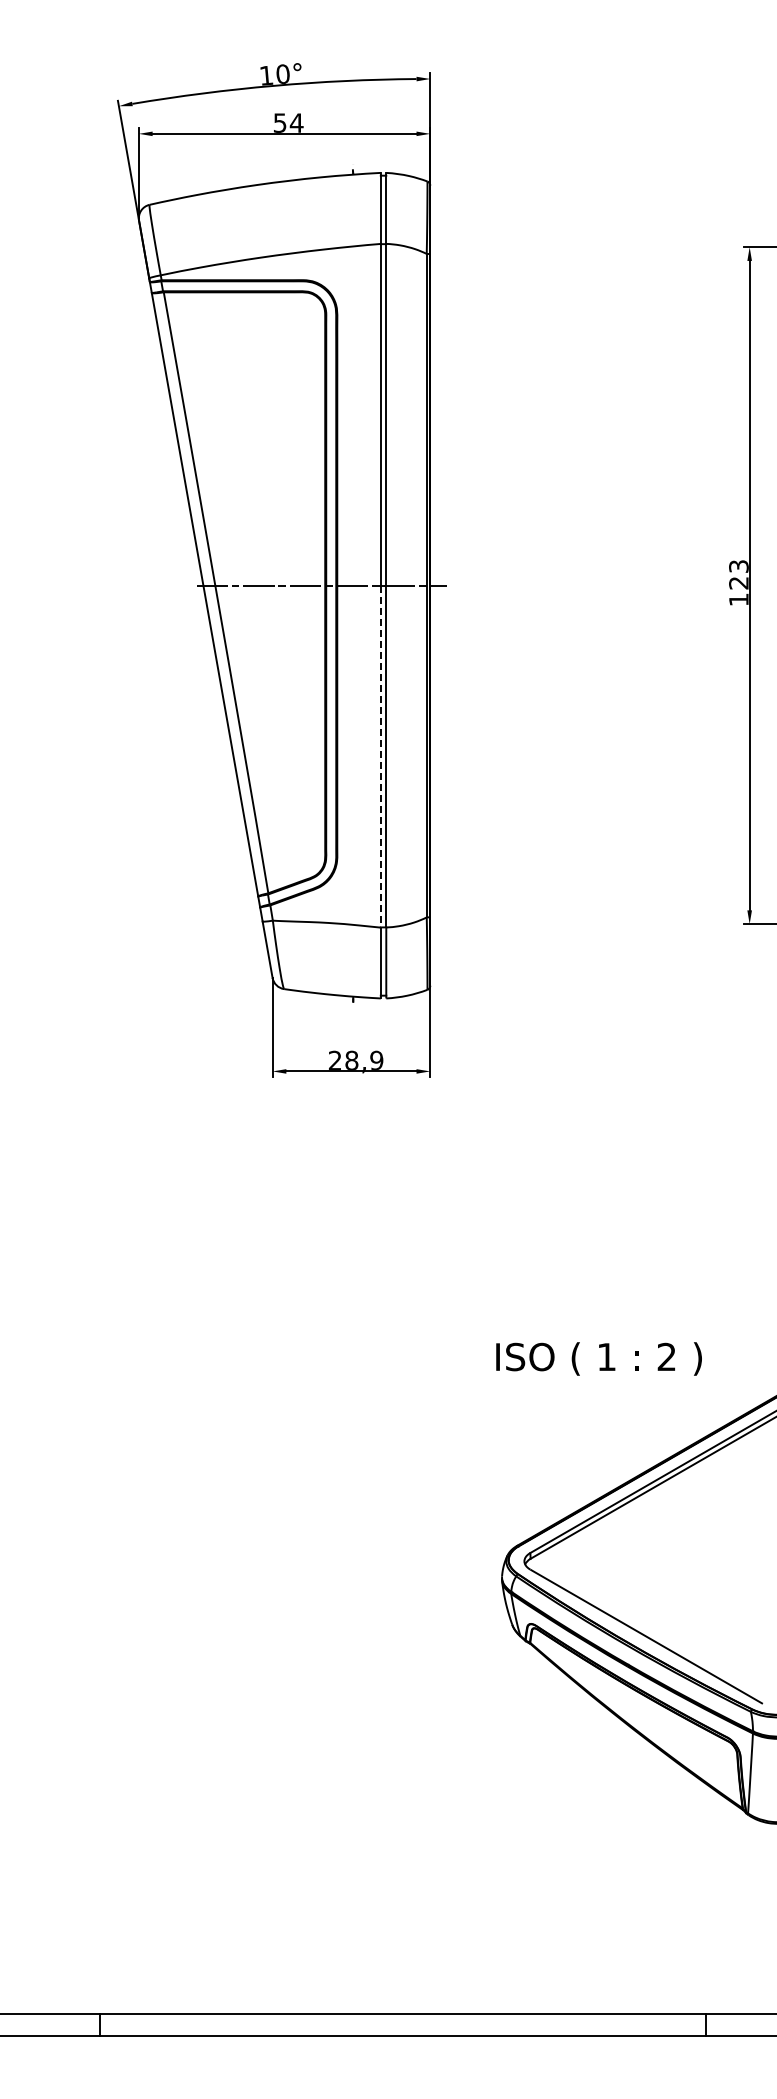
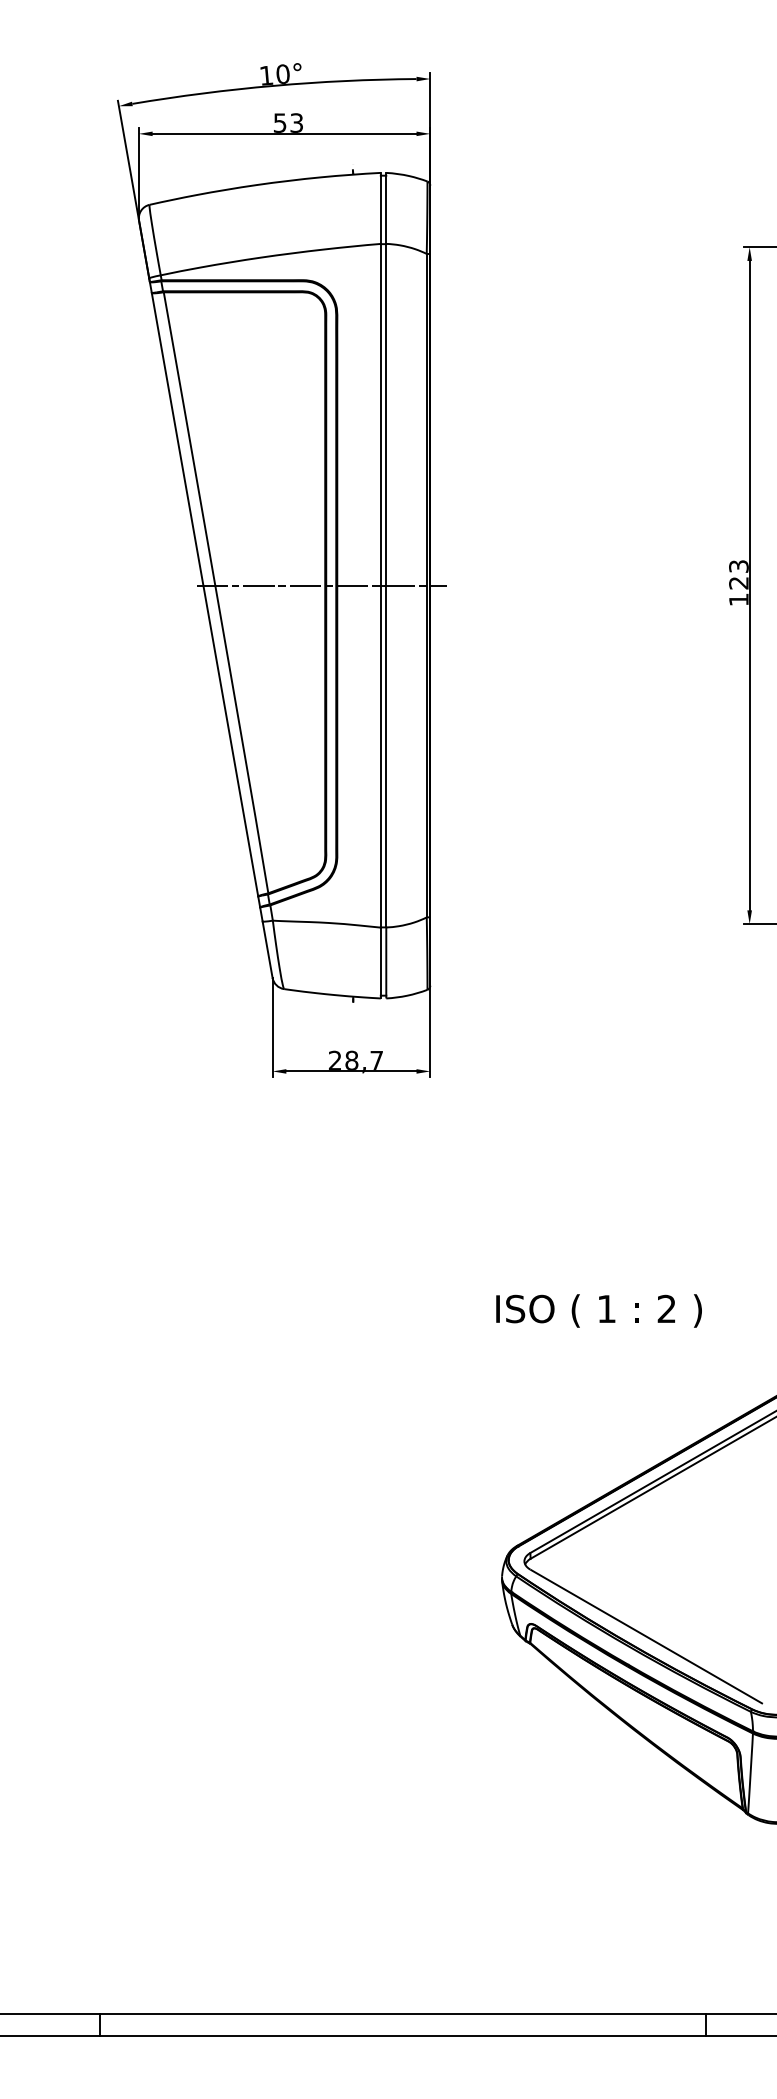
text at (296, 122): 54 -> 53
line at (380, 756): dashed -> solid
text at (376, 1059): 28,9 -> 28,7
text at (598, 1358) position: (598, 1358) -> (598, 1310)
